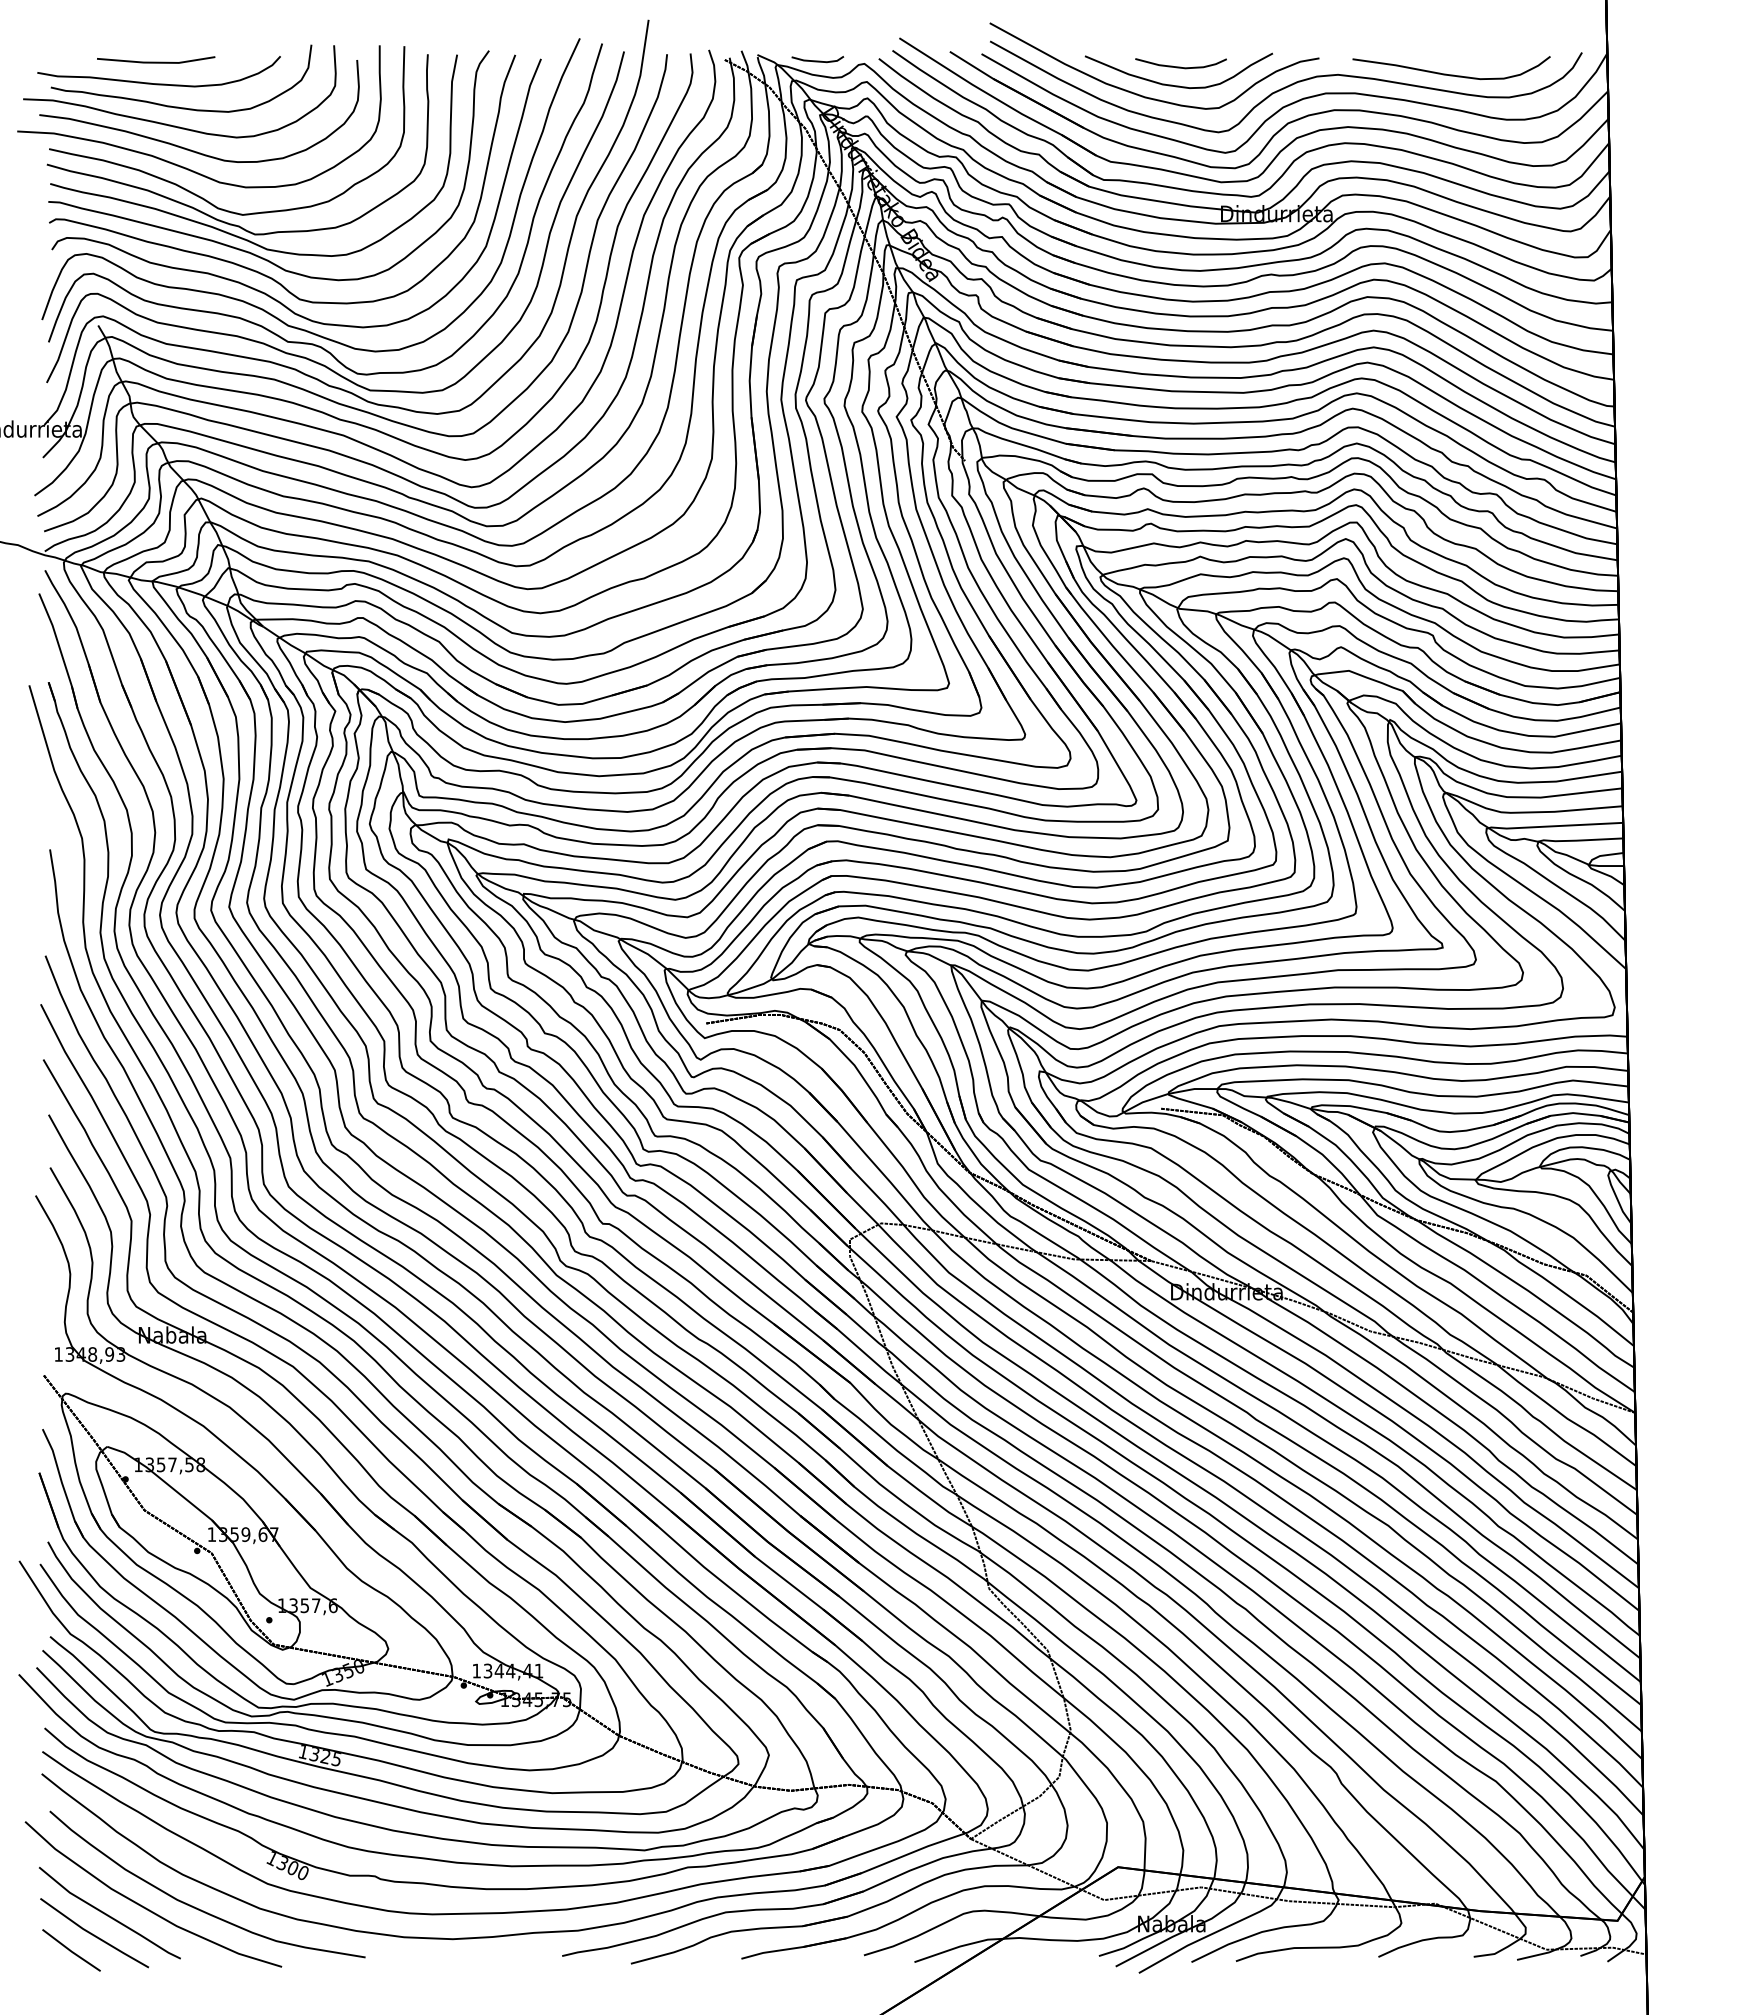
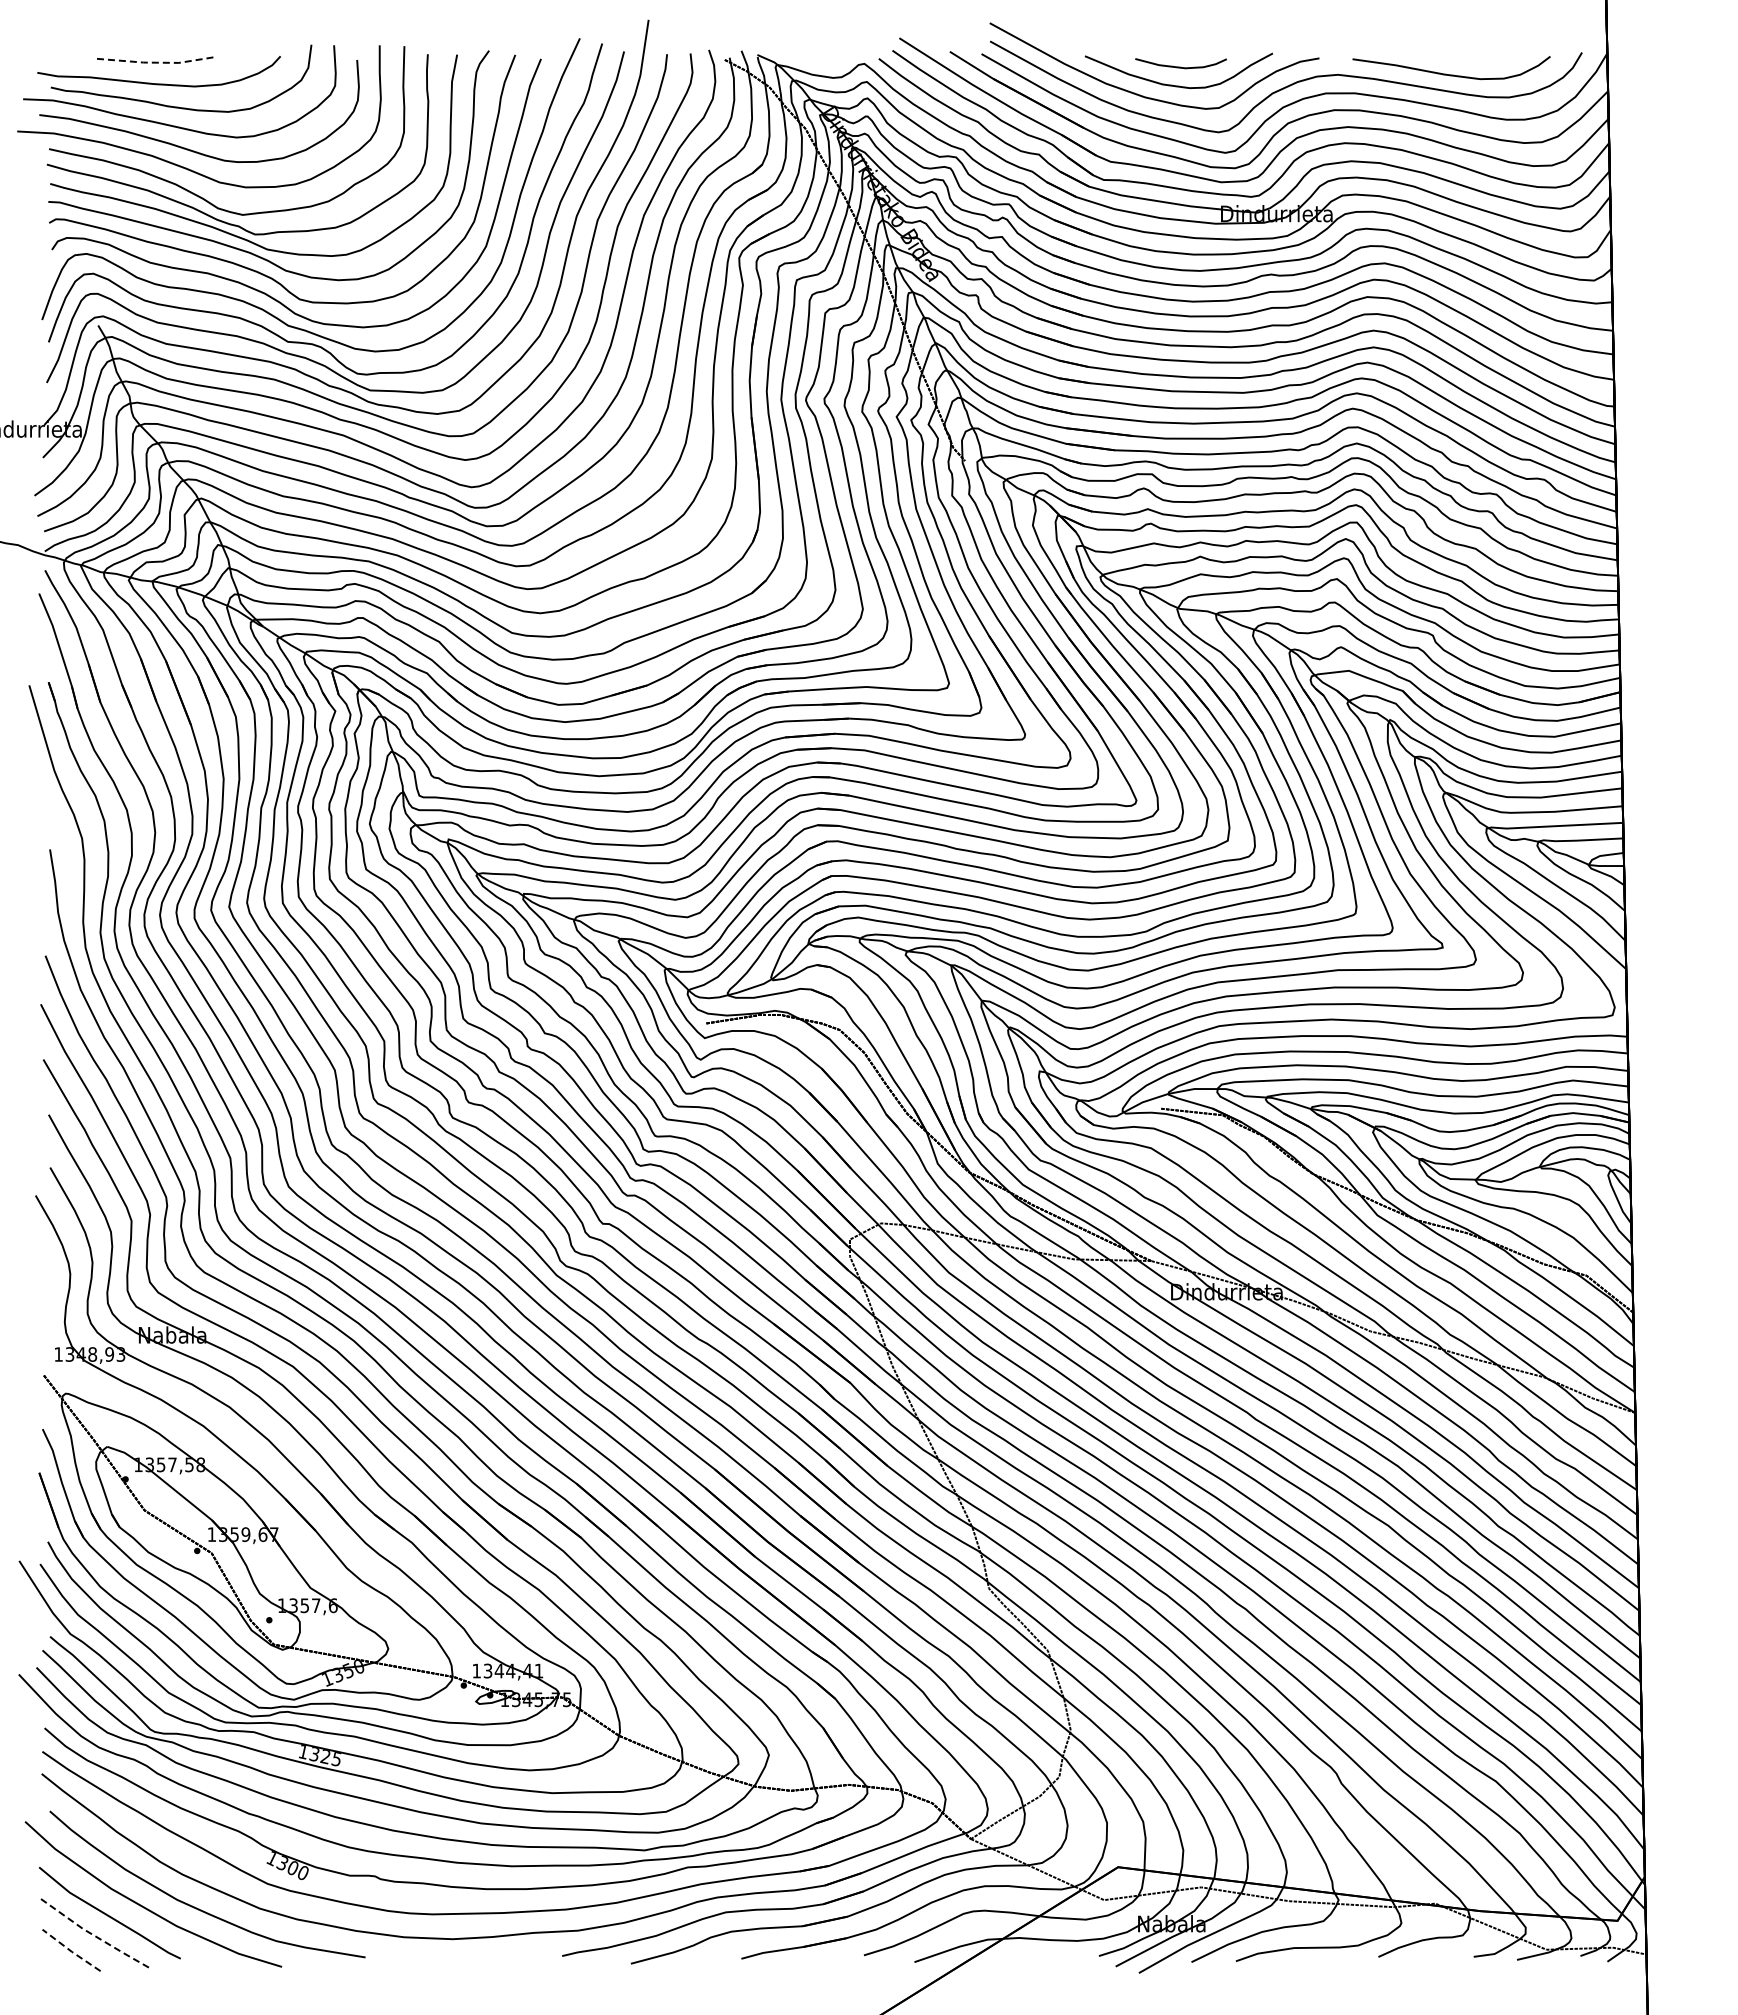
line at (817, 60): present -> none
line at (156, 62): solid -> dashed
line at (93, 1934): solid -> dashed
line at (71, 1951): solid -> dashed
